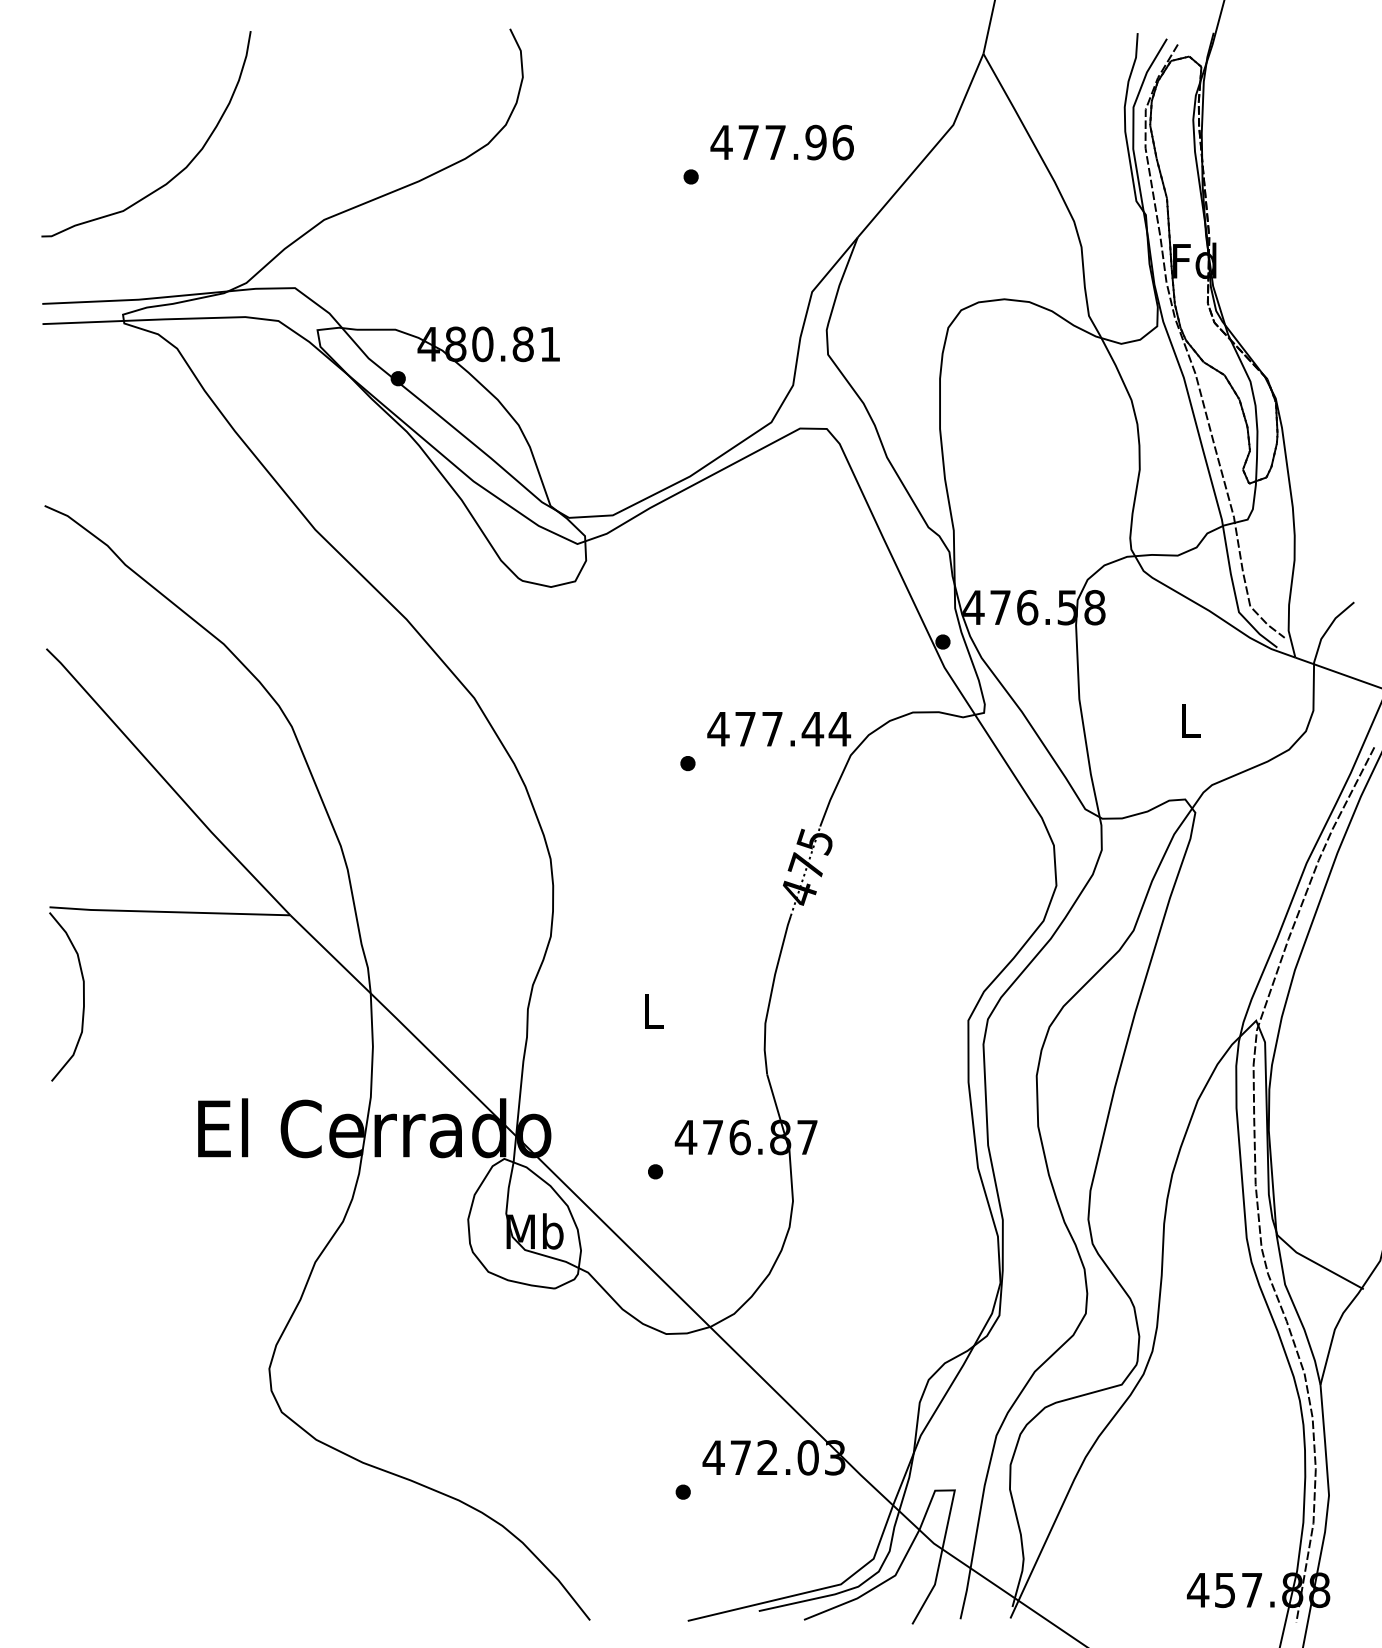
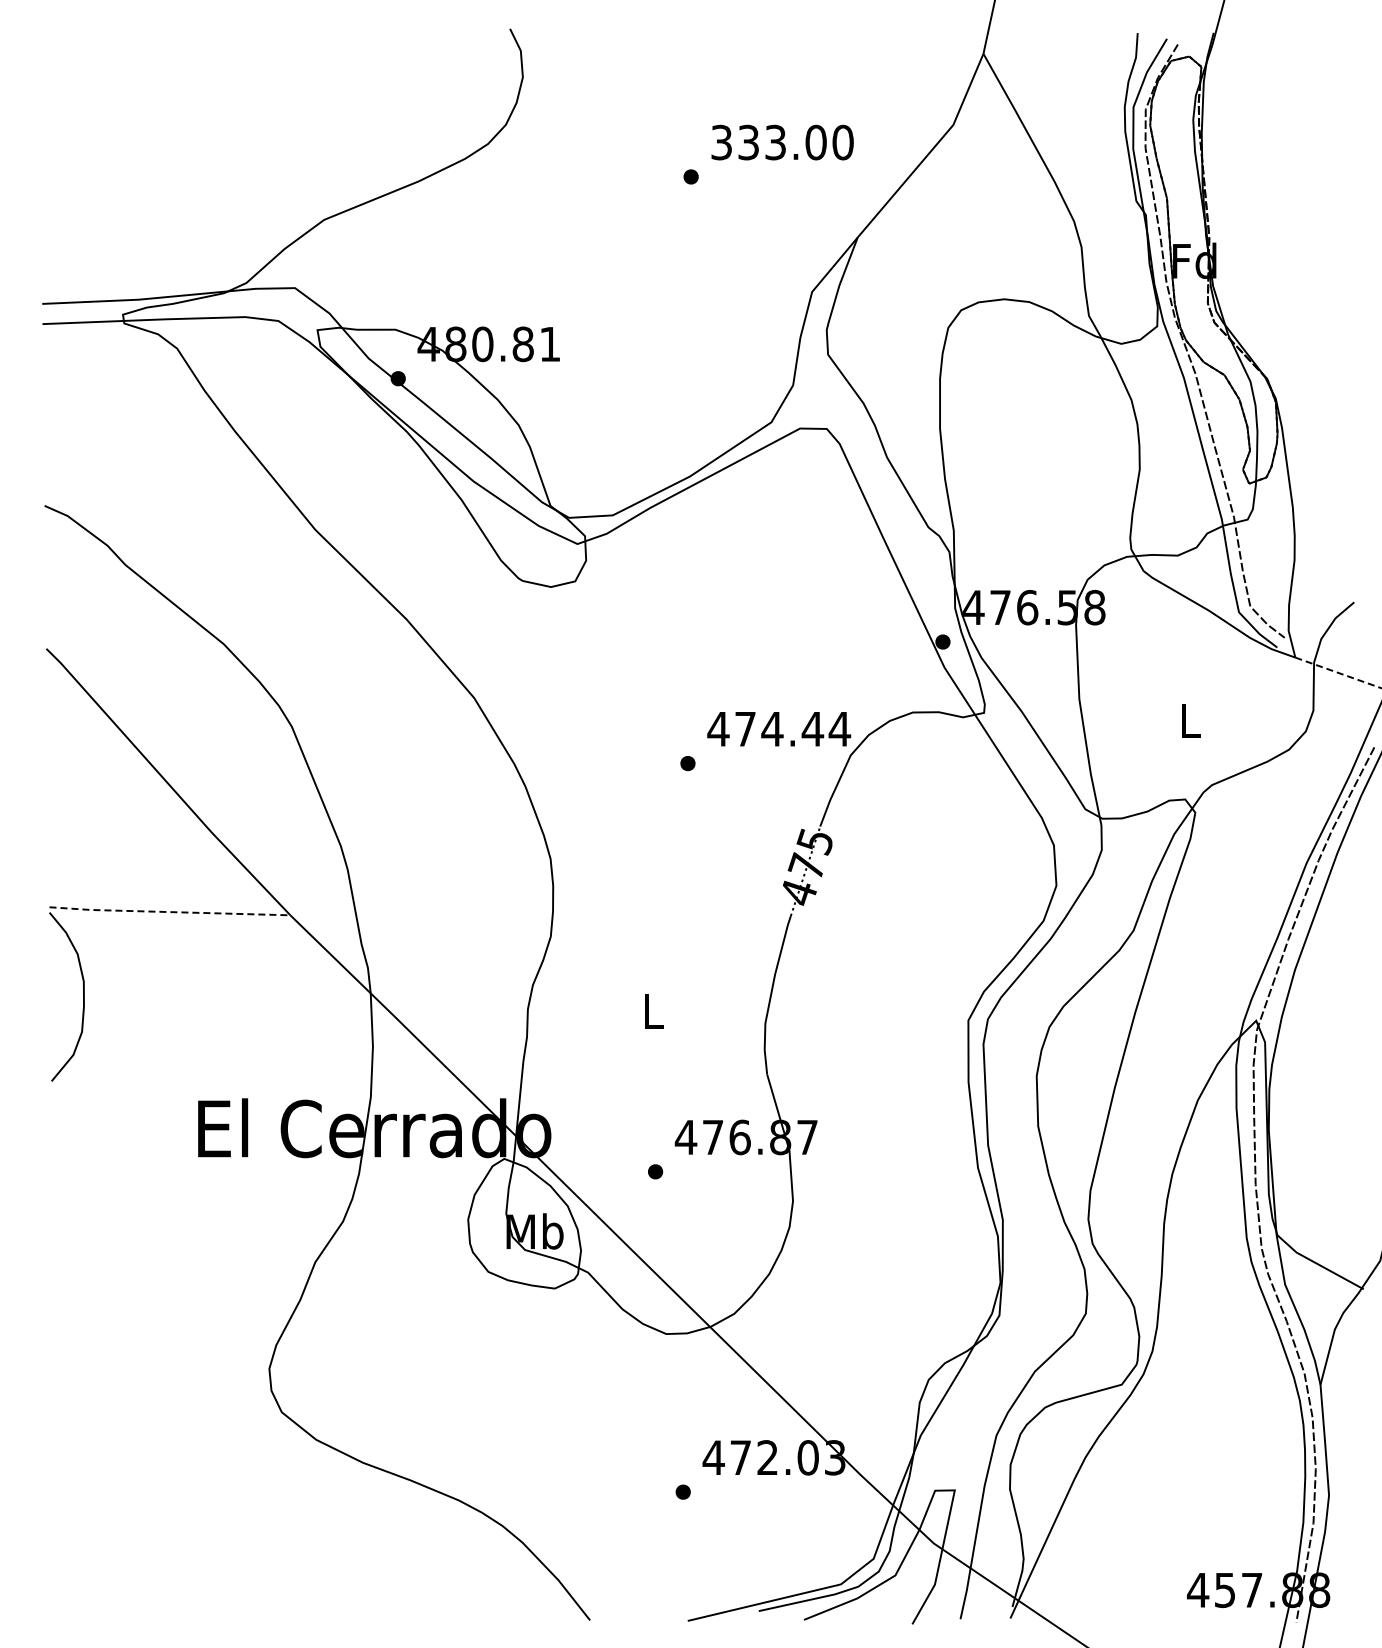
text at (781, 142): 477.96 -> 333.00
curve at (179, 171): present -> none
line at (1338, 672): solid -> dashed
text at (772, 729): 477.44 -> 474.44
line at (169, 912): solid -> dashed
